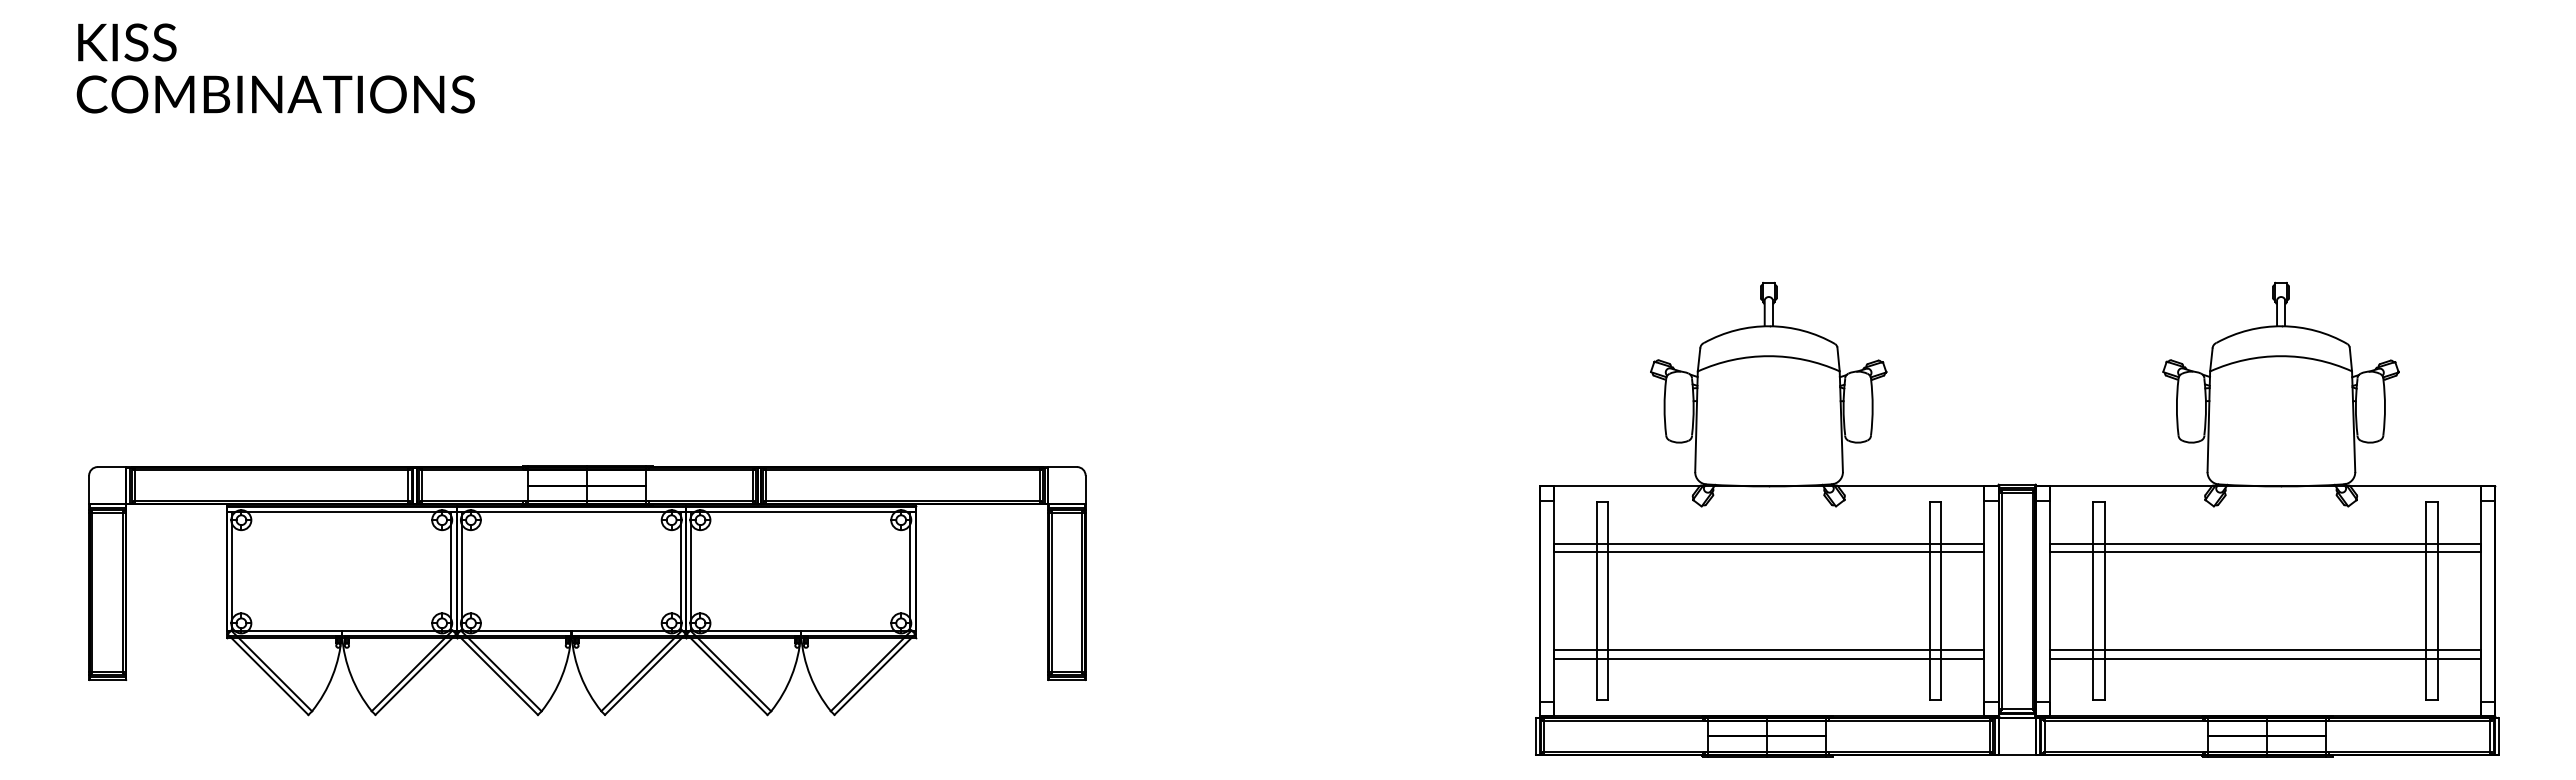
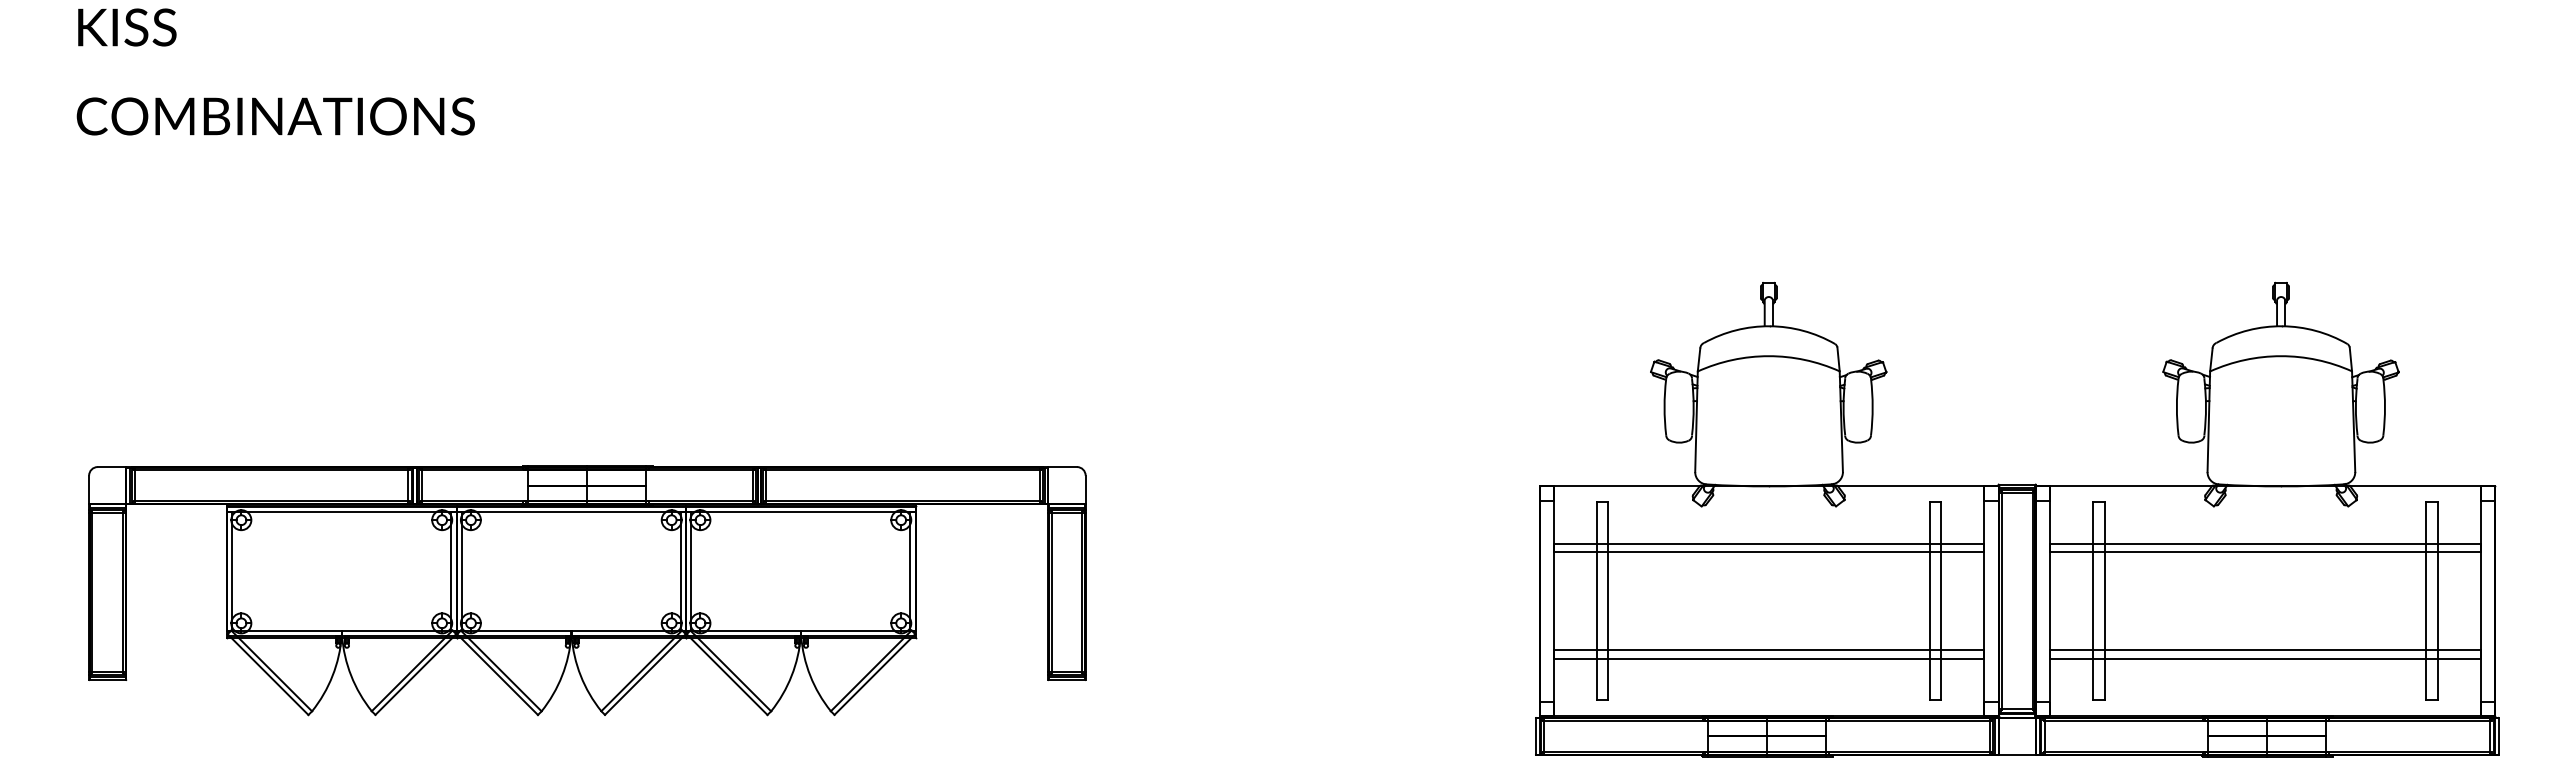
text at (127, 42) position: (127, 42) -> (127, 27)
text at (275, 94) position: (275, 94) -> (275, 116)
